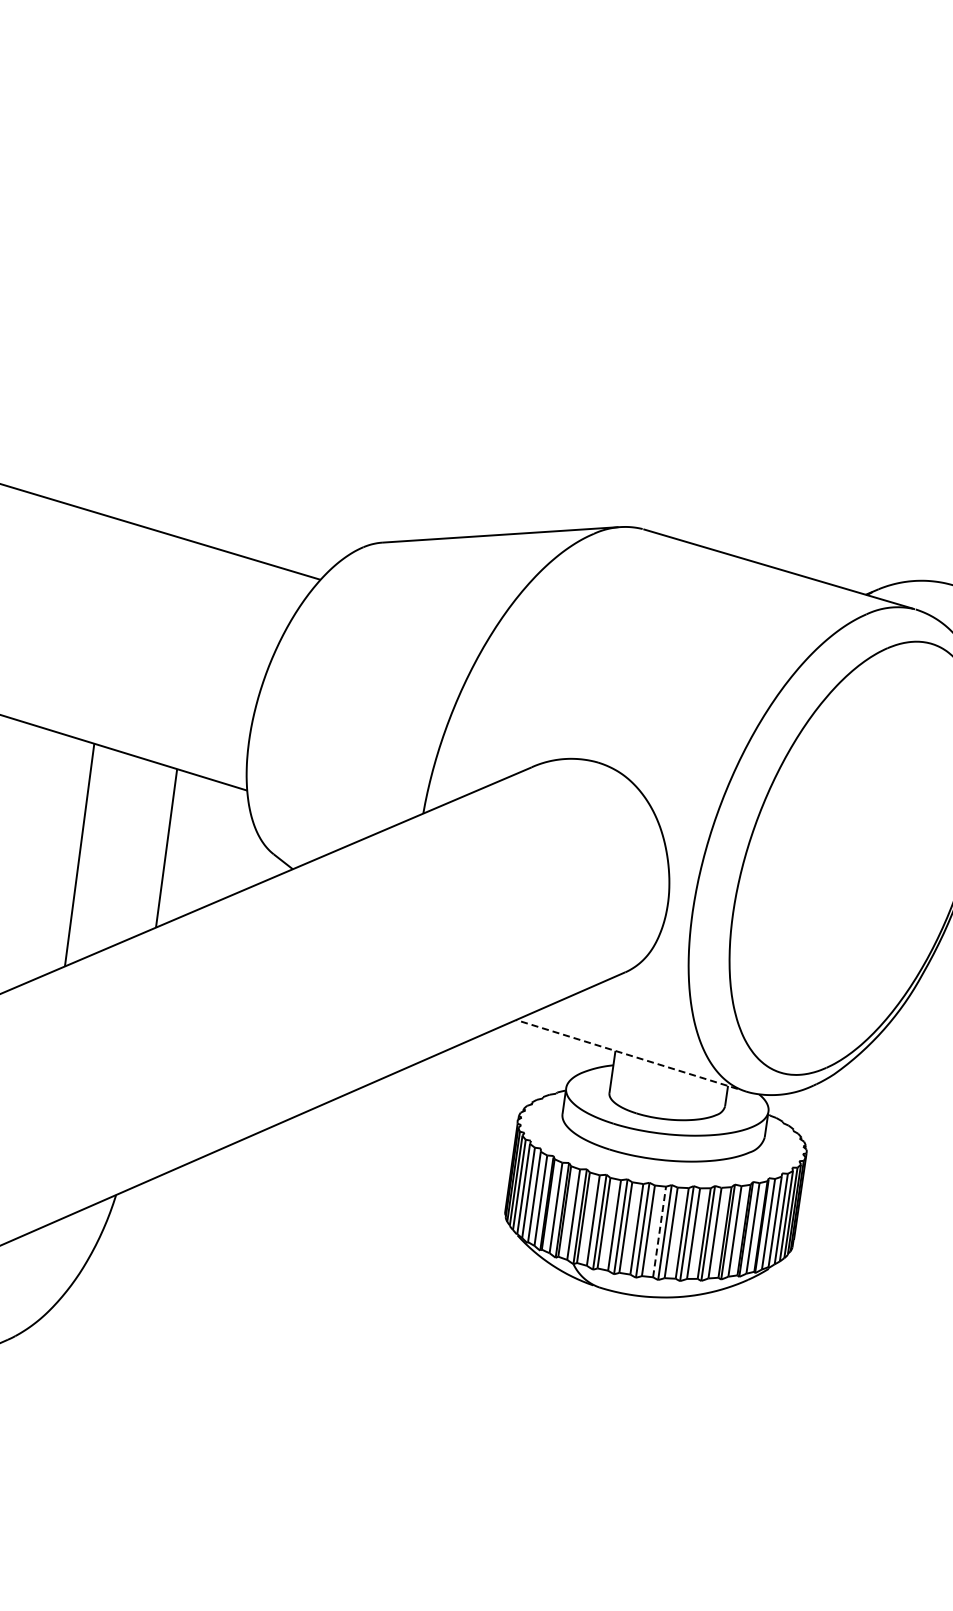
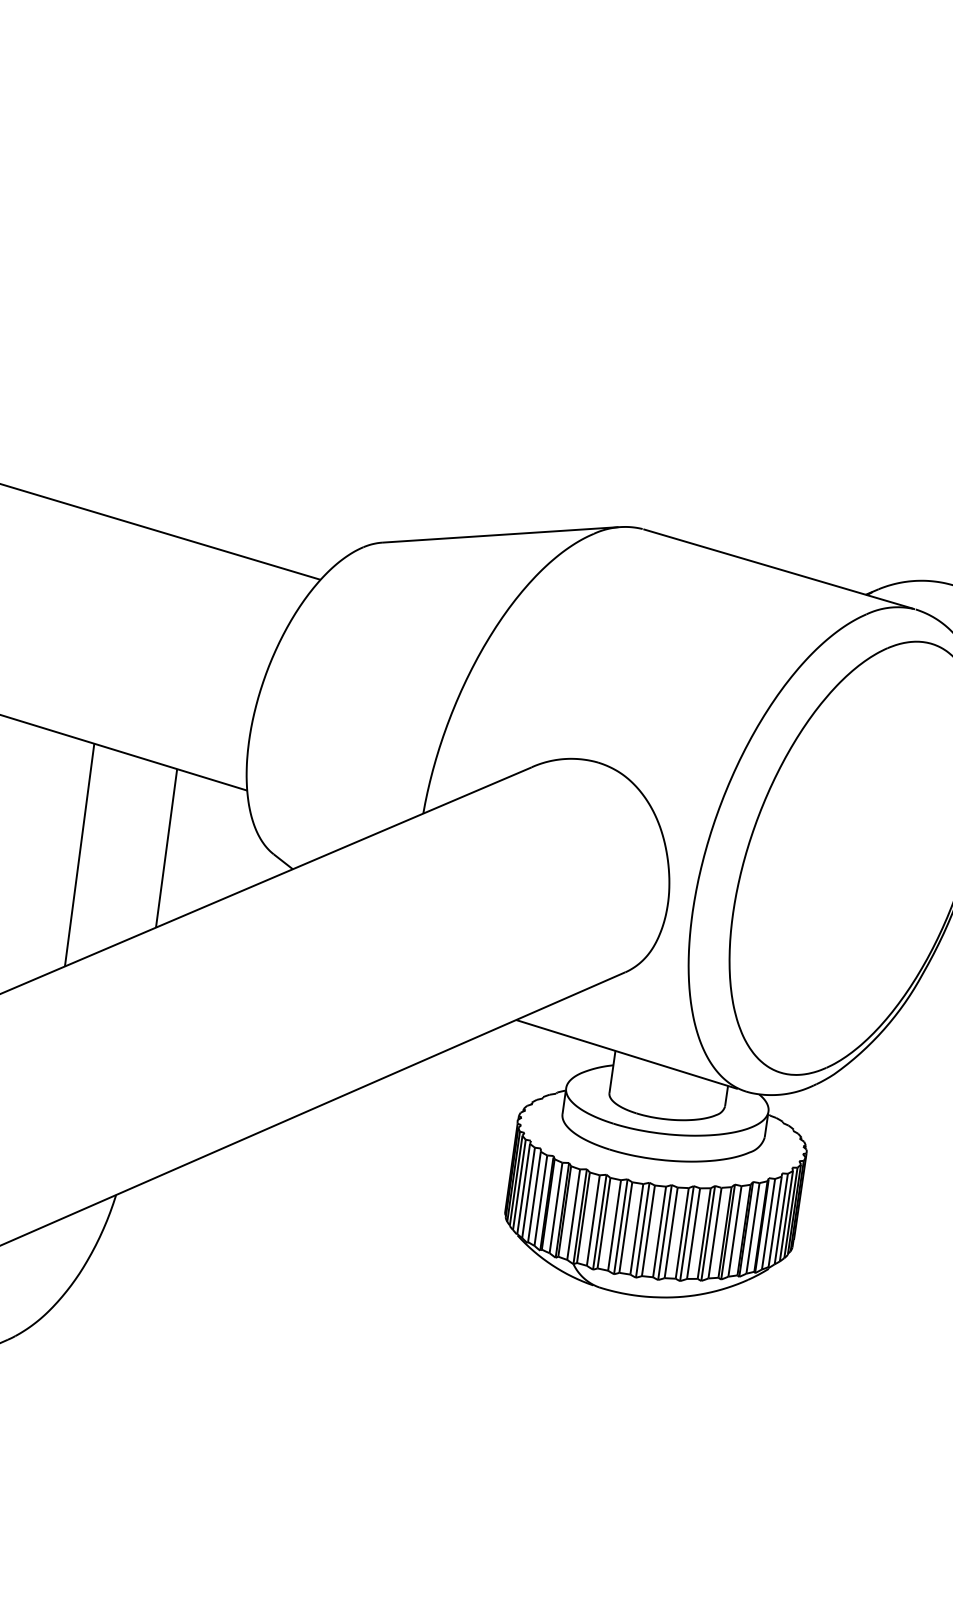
line at (626, 1054): dashed -> solid
line at (659, 1231): dashed -> solid
